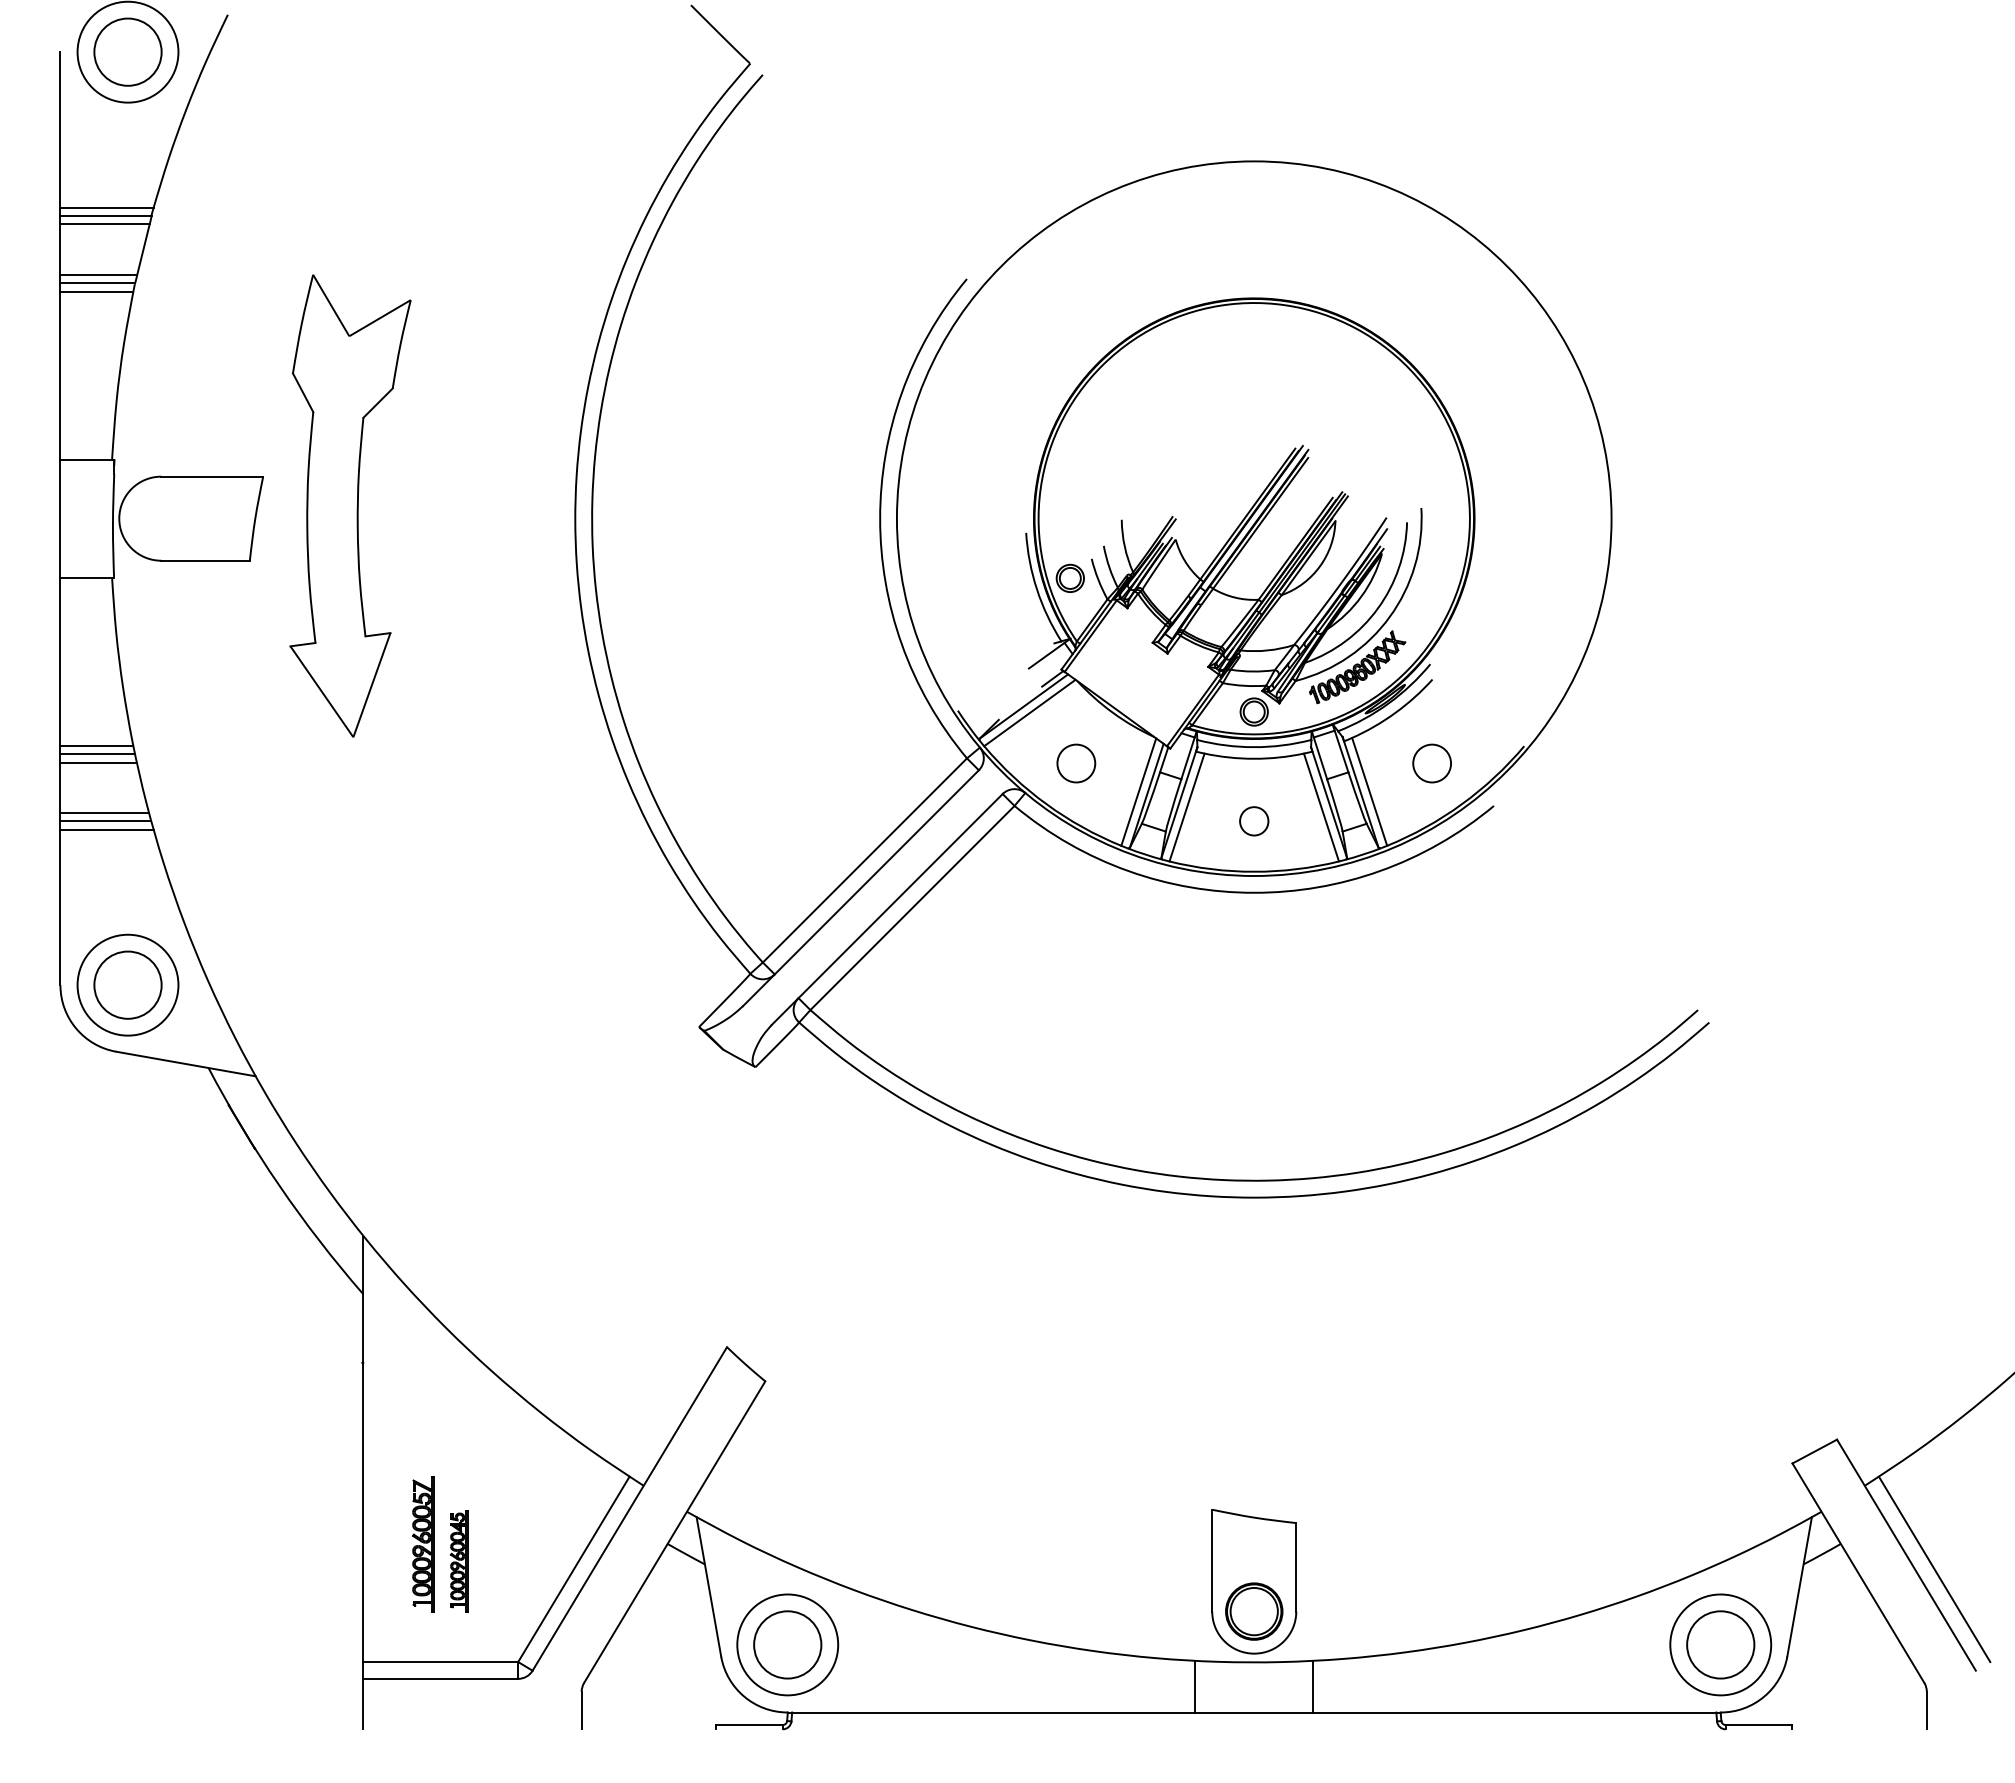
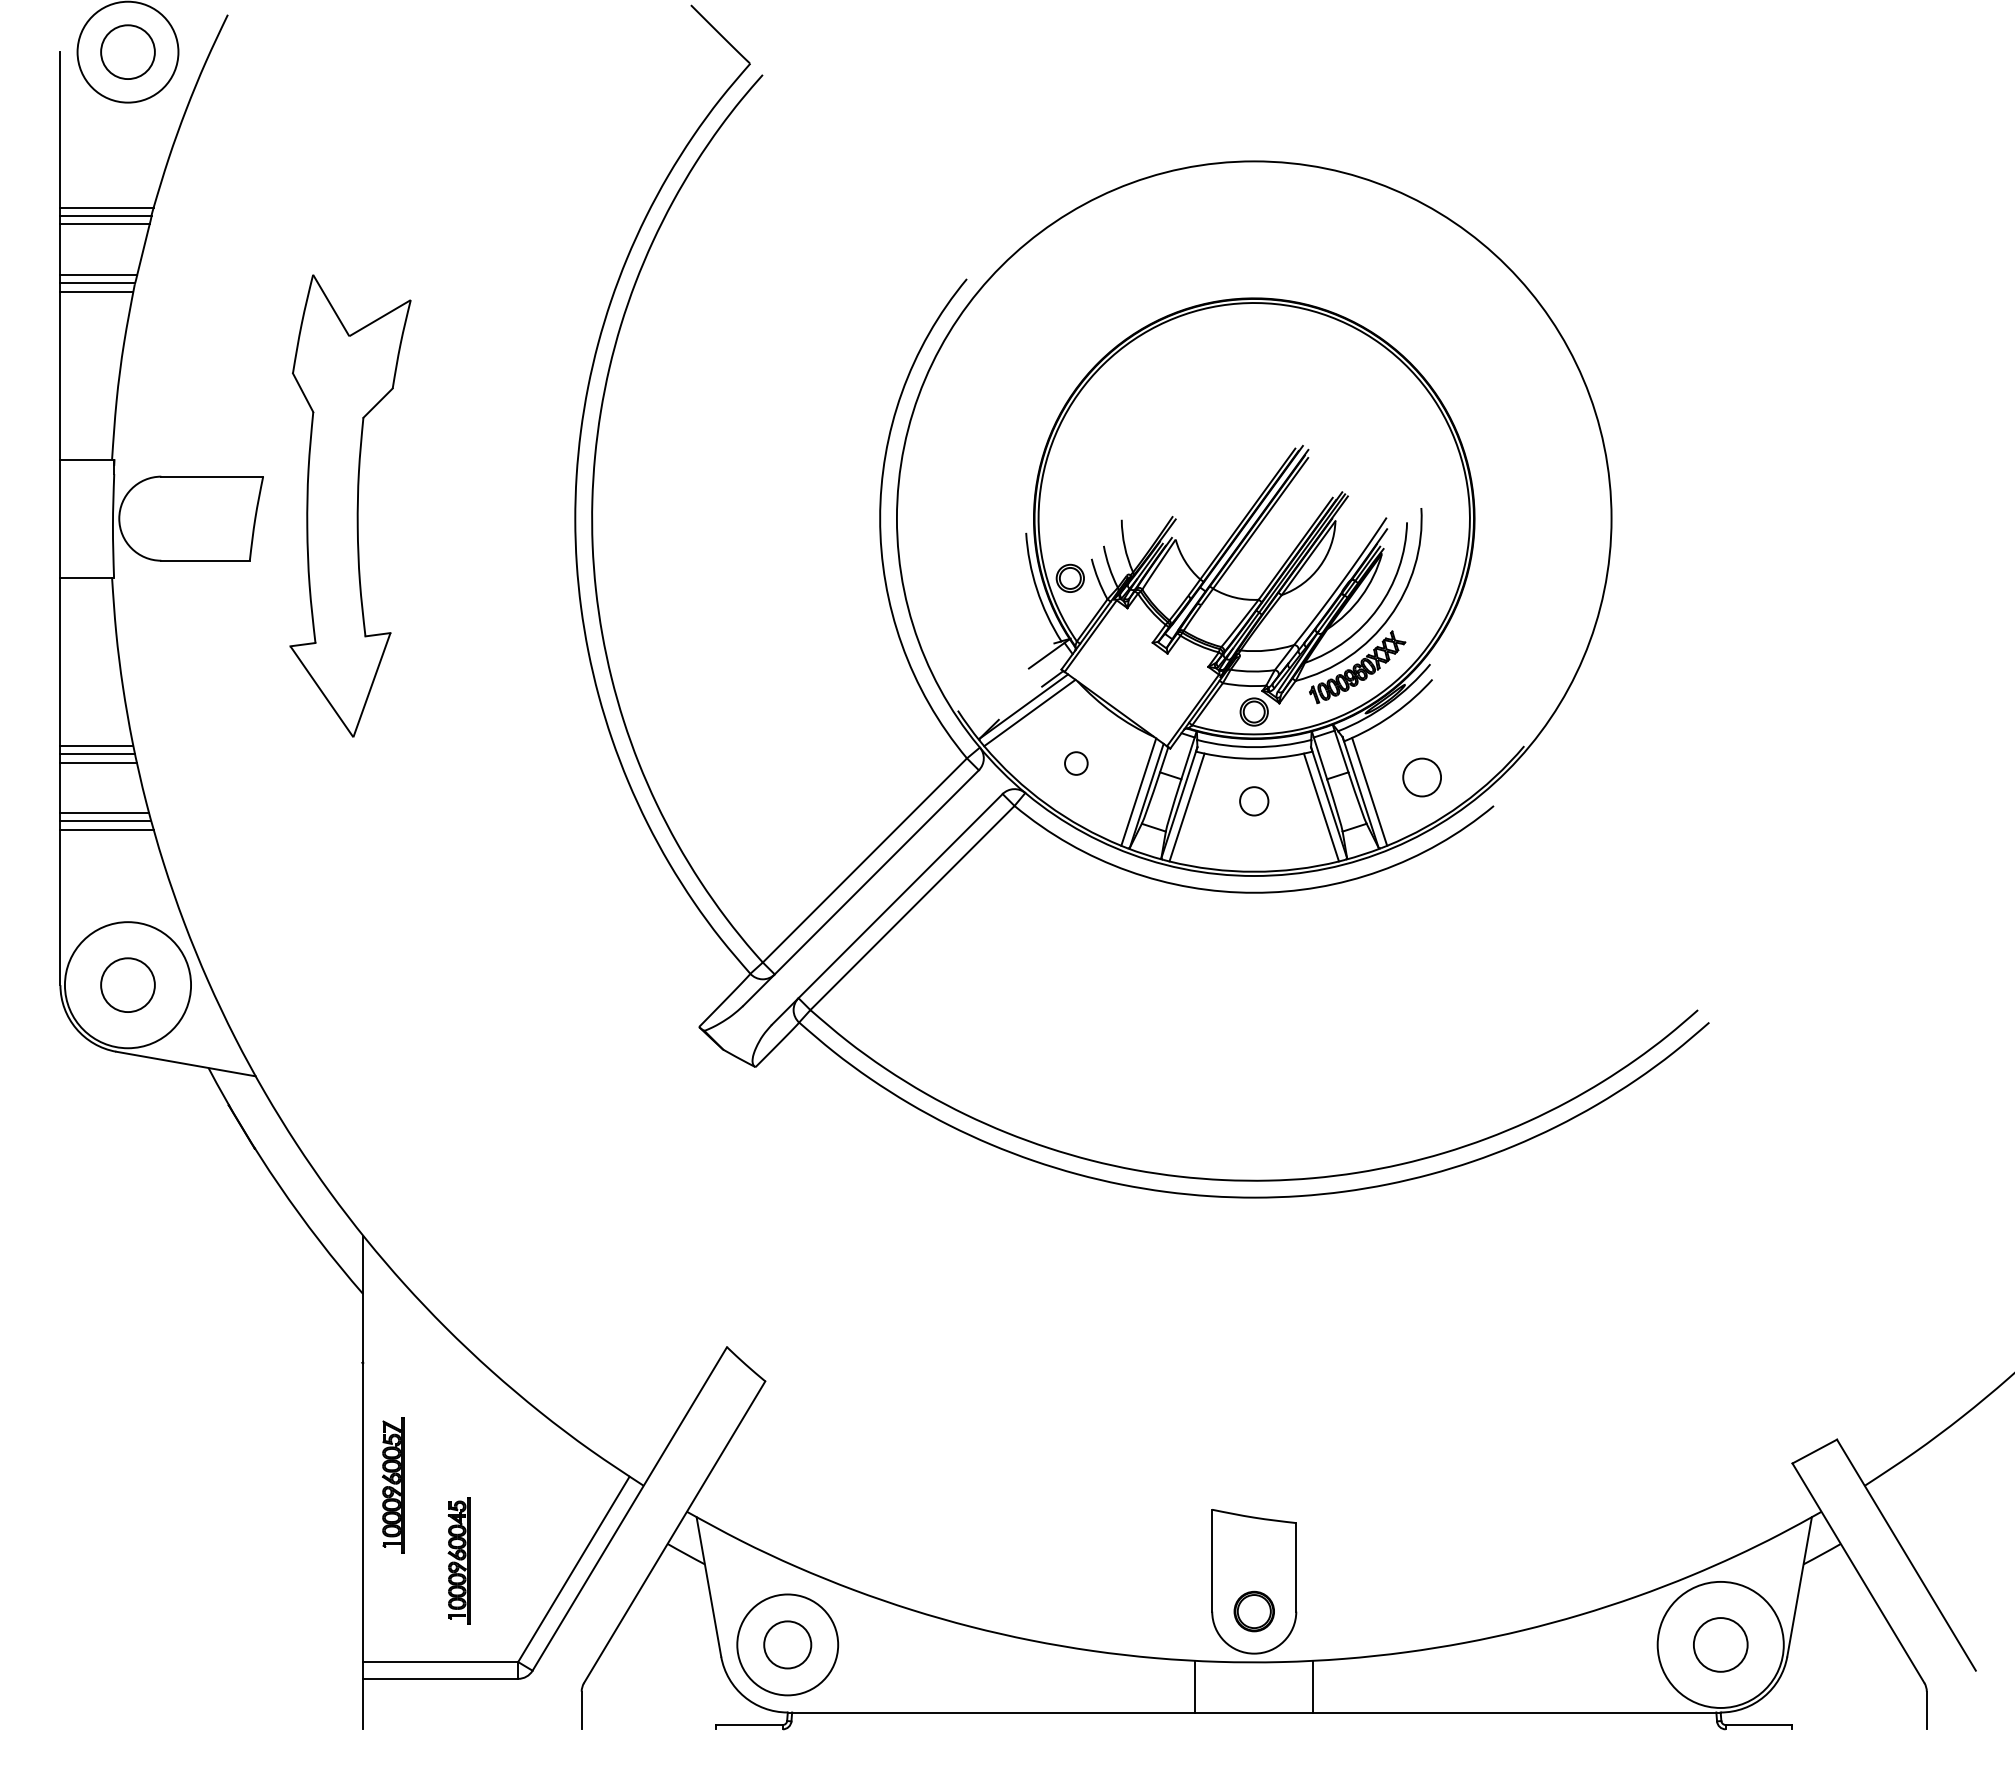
circle at (127, 51) diameter: 67 px -> 54 px
circle at (1076, 763) diameter: 38 px -> 23 px
circle at (1431, 763) position: (1431, 763) -> (1421, 777)
circle at (1254, 821) position: (1254, 821) -> (1254, 801)
circle at (127, 984) diameter: 101 px -> 126 px
circle at (127, 984) diameter: 67 px -> 54 px
part at (423, 1544) position: (423, 1544) -> (393, 1485)
part at (459, 1561) size: 19x103 px -> 24x128 px
line at (1934, 1569): present -> none
part at (1254, 1611) size: 59x59 px -> 42x43 px
circle at (787, 1644) diameter: 67 px -> 47 px
circle at (1720, 1644) diameter: 101 px -> 126 px
circle at (1720, 1644) diameter: 67 px -> 54 px
